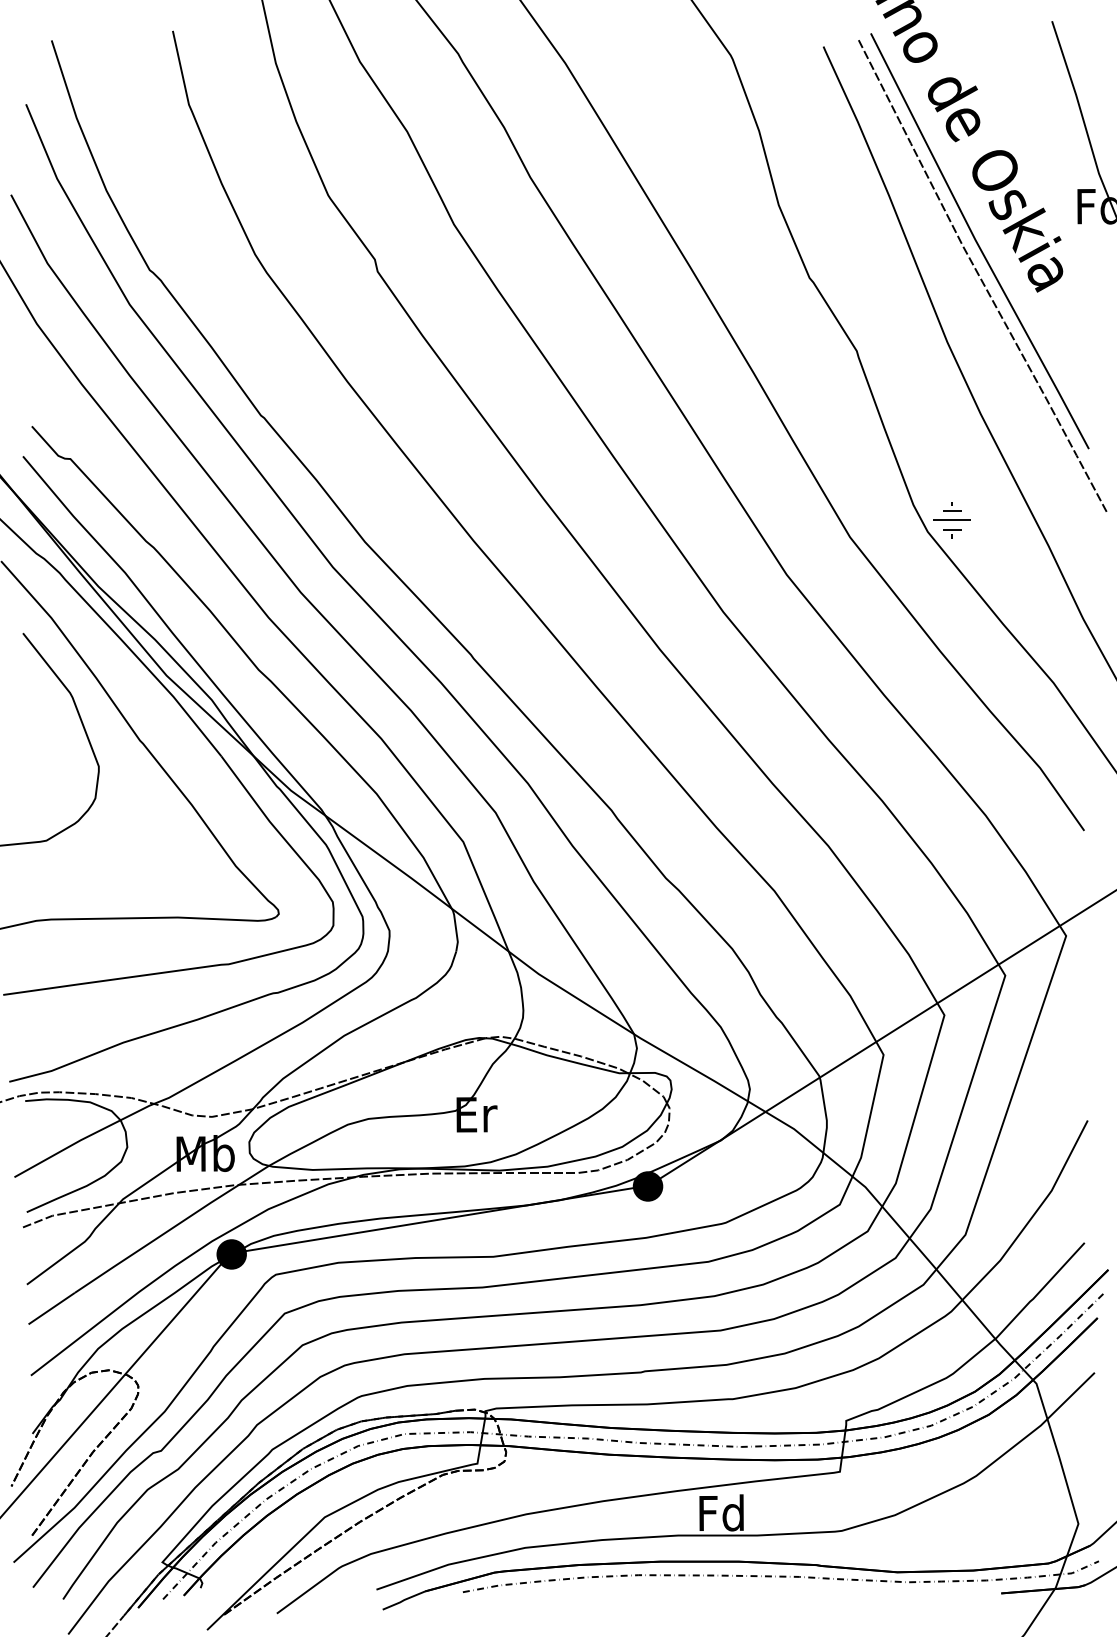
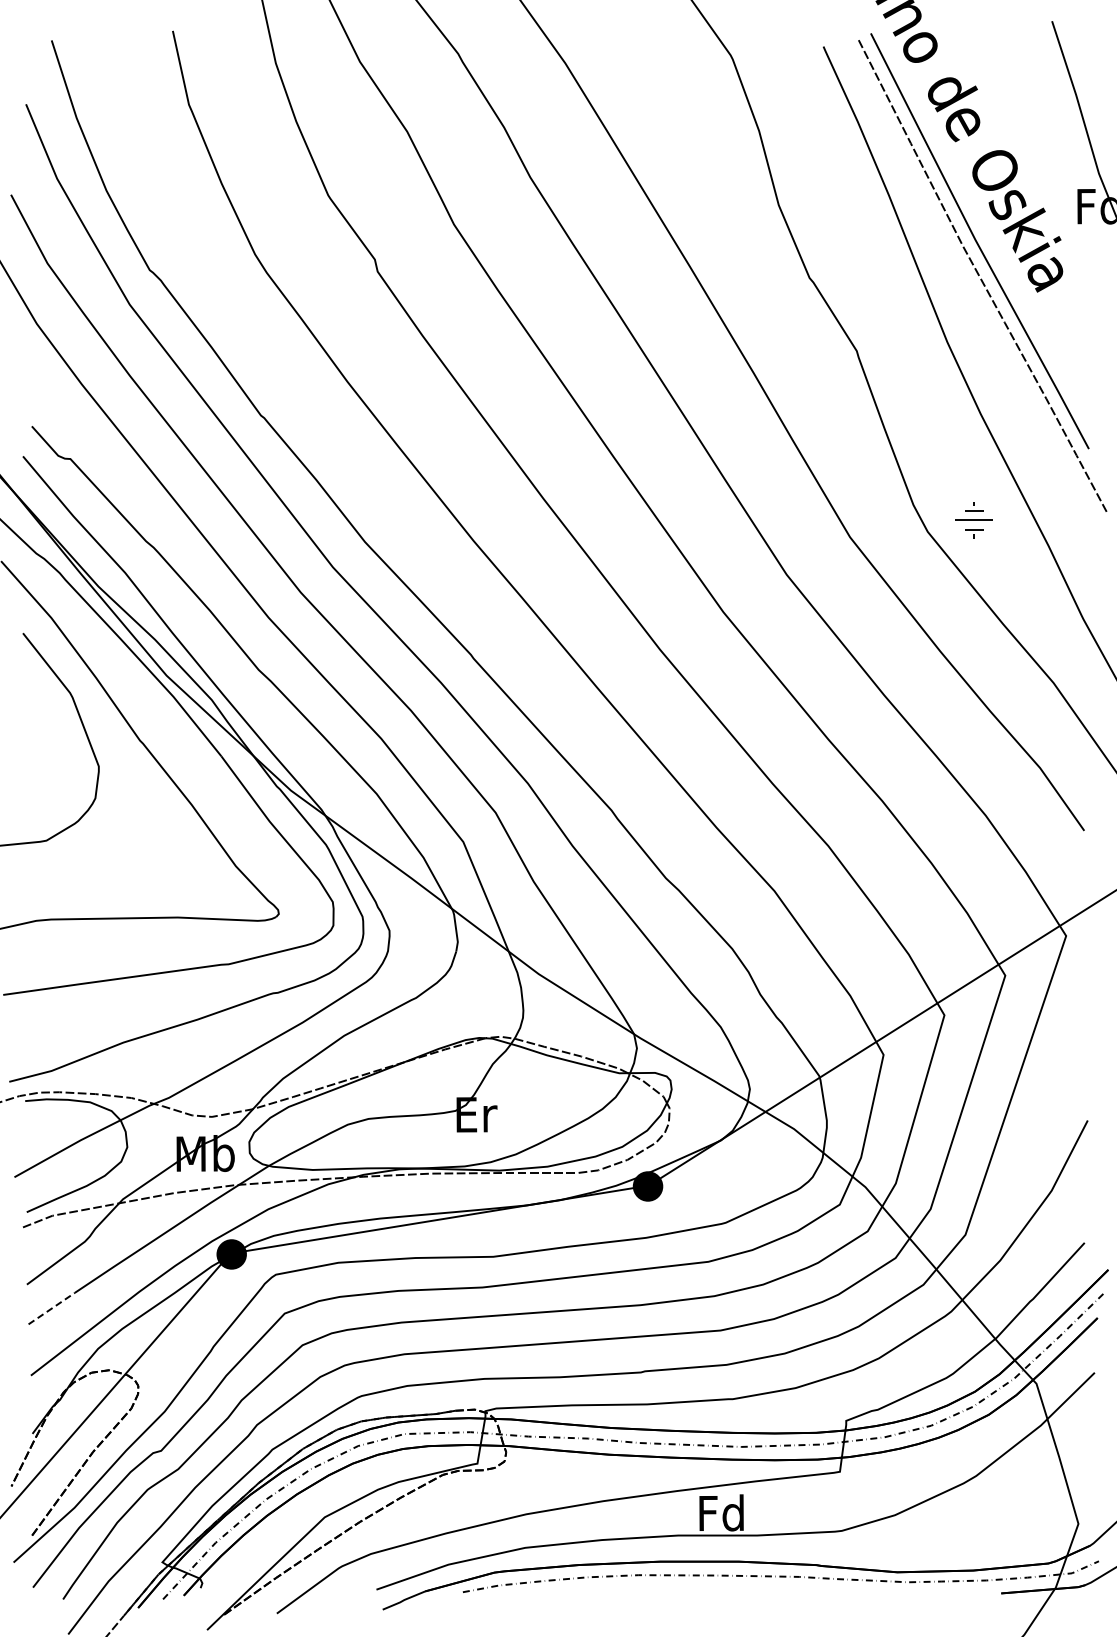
part at (951, 520) position: (951, 520) -> (973, 520)
line at (52, 1308): solid -> dashed
